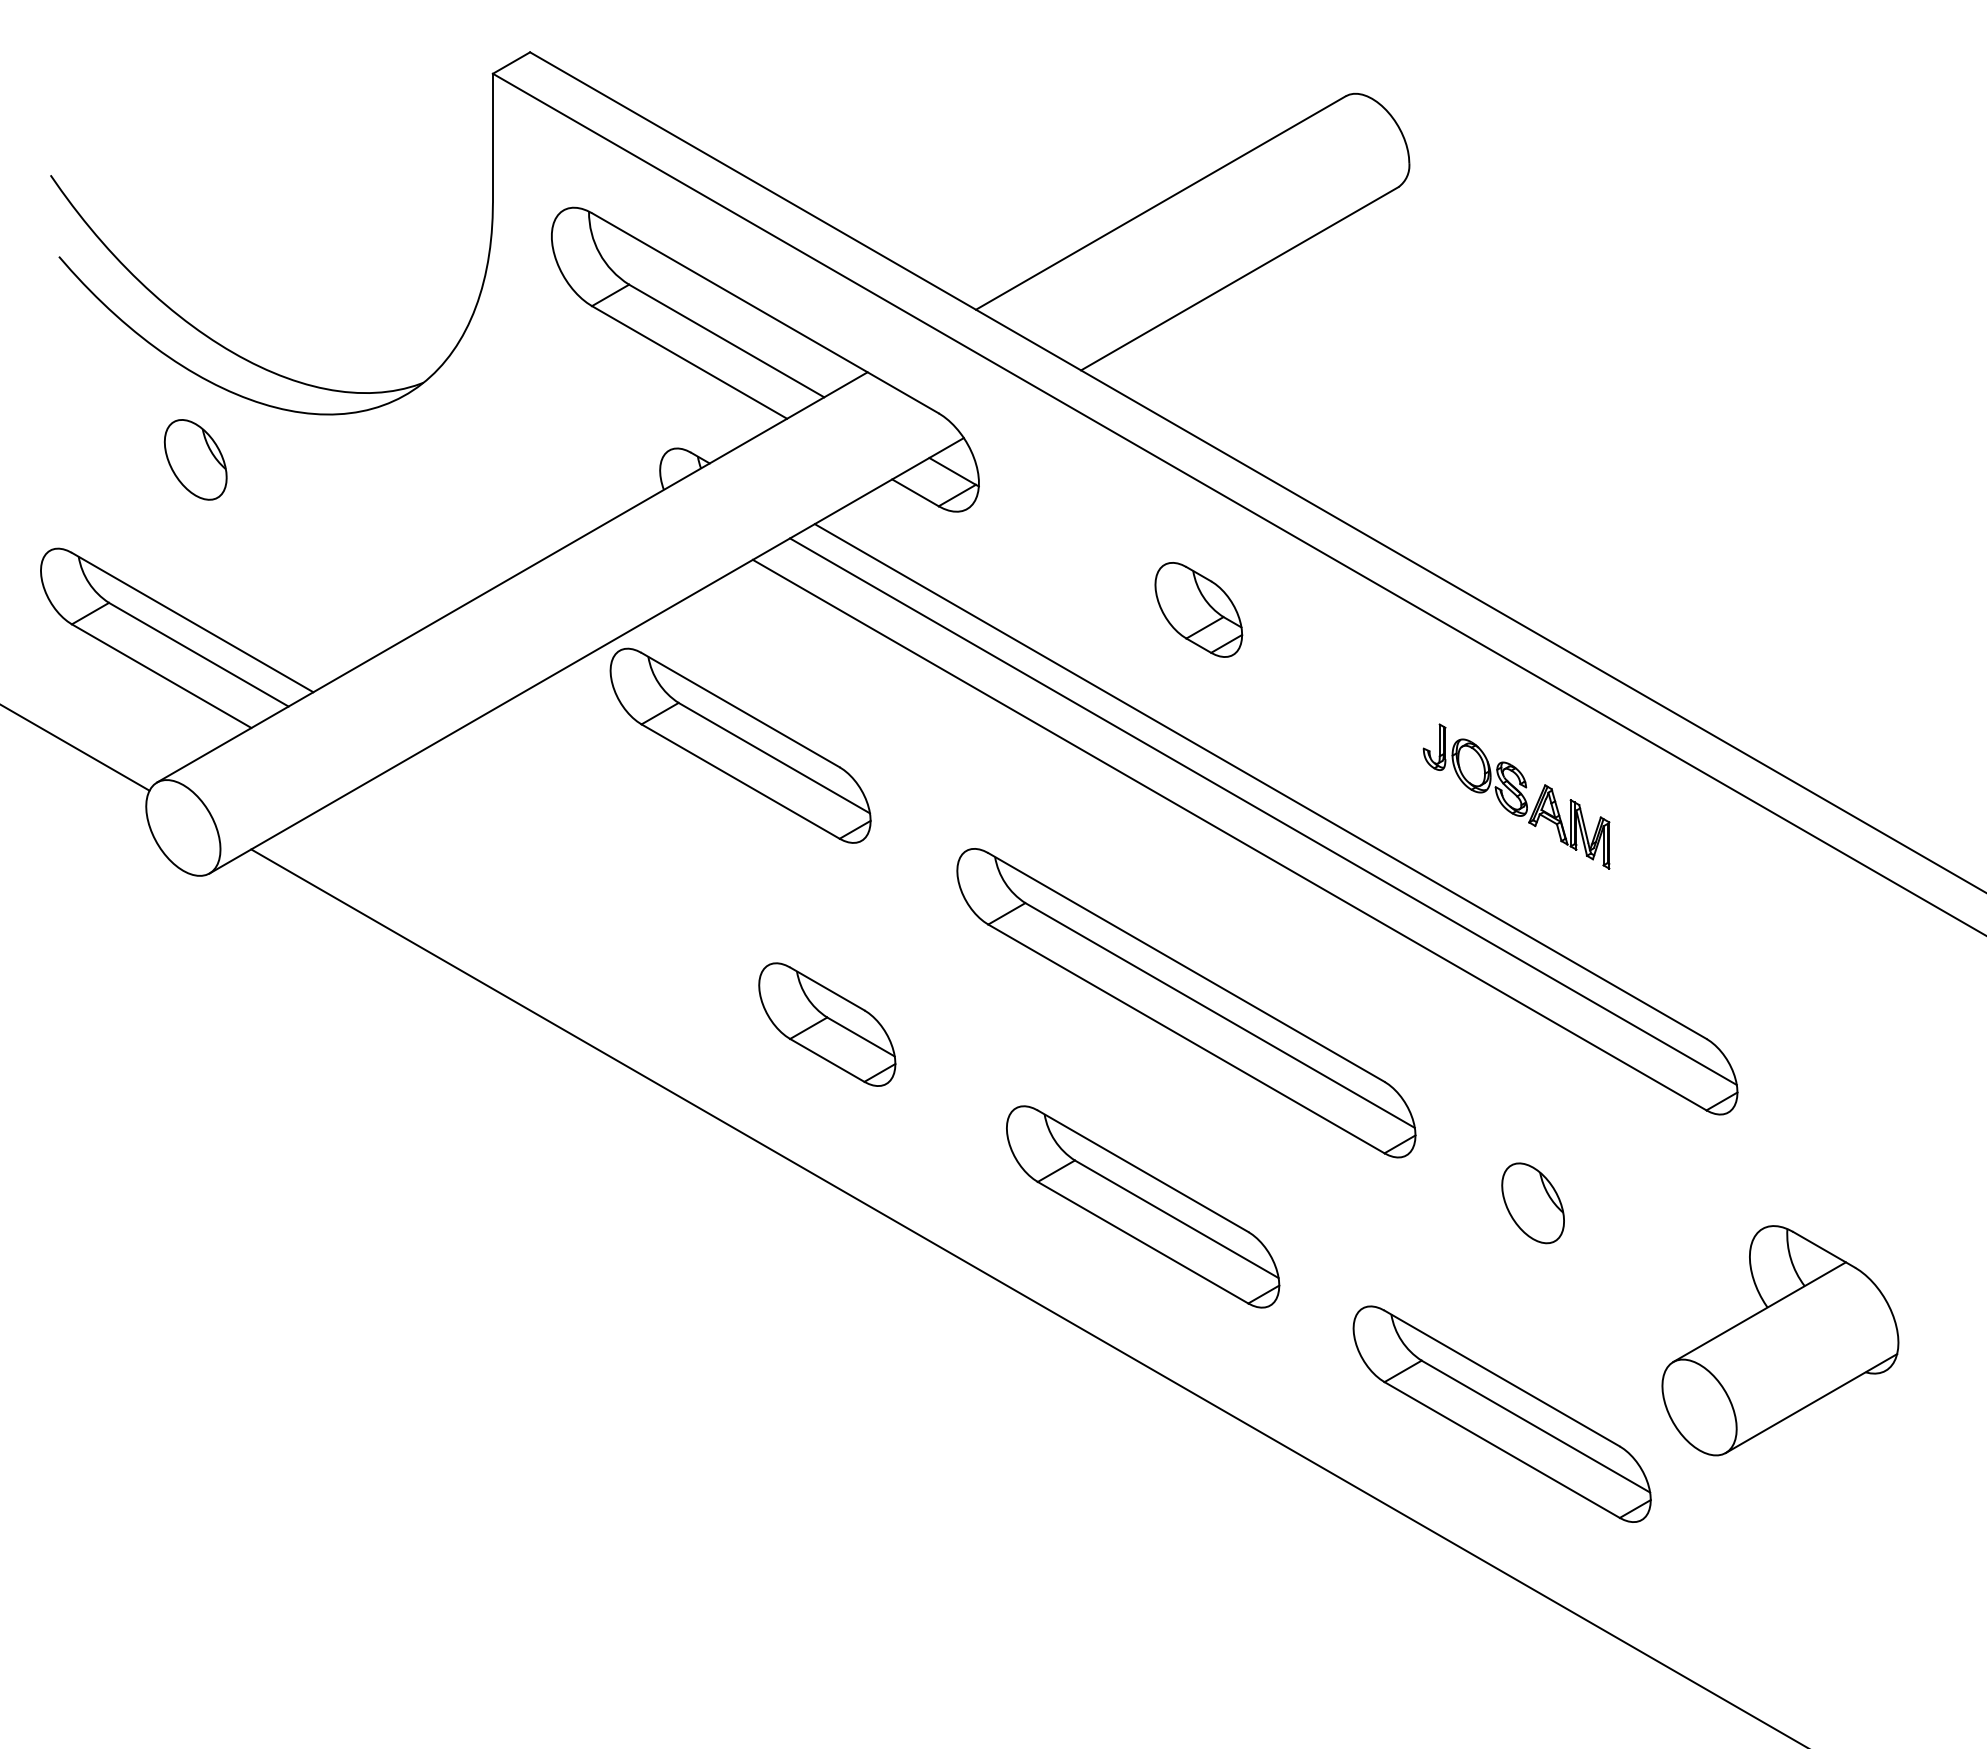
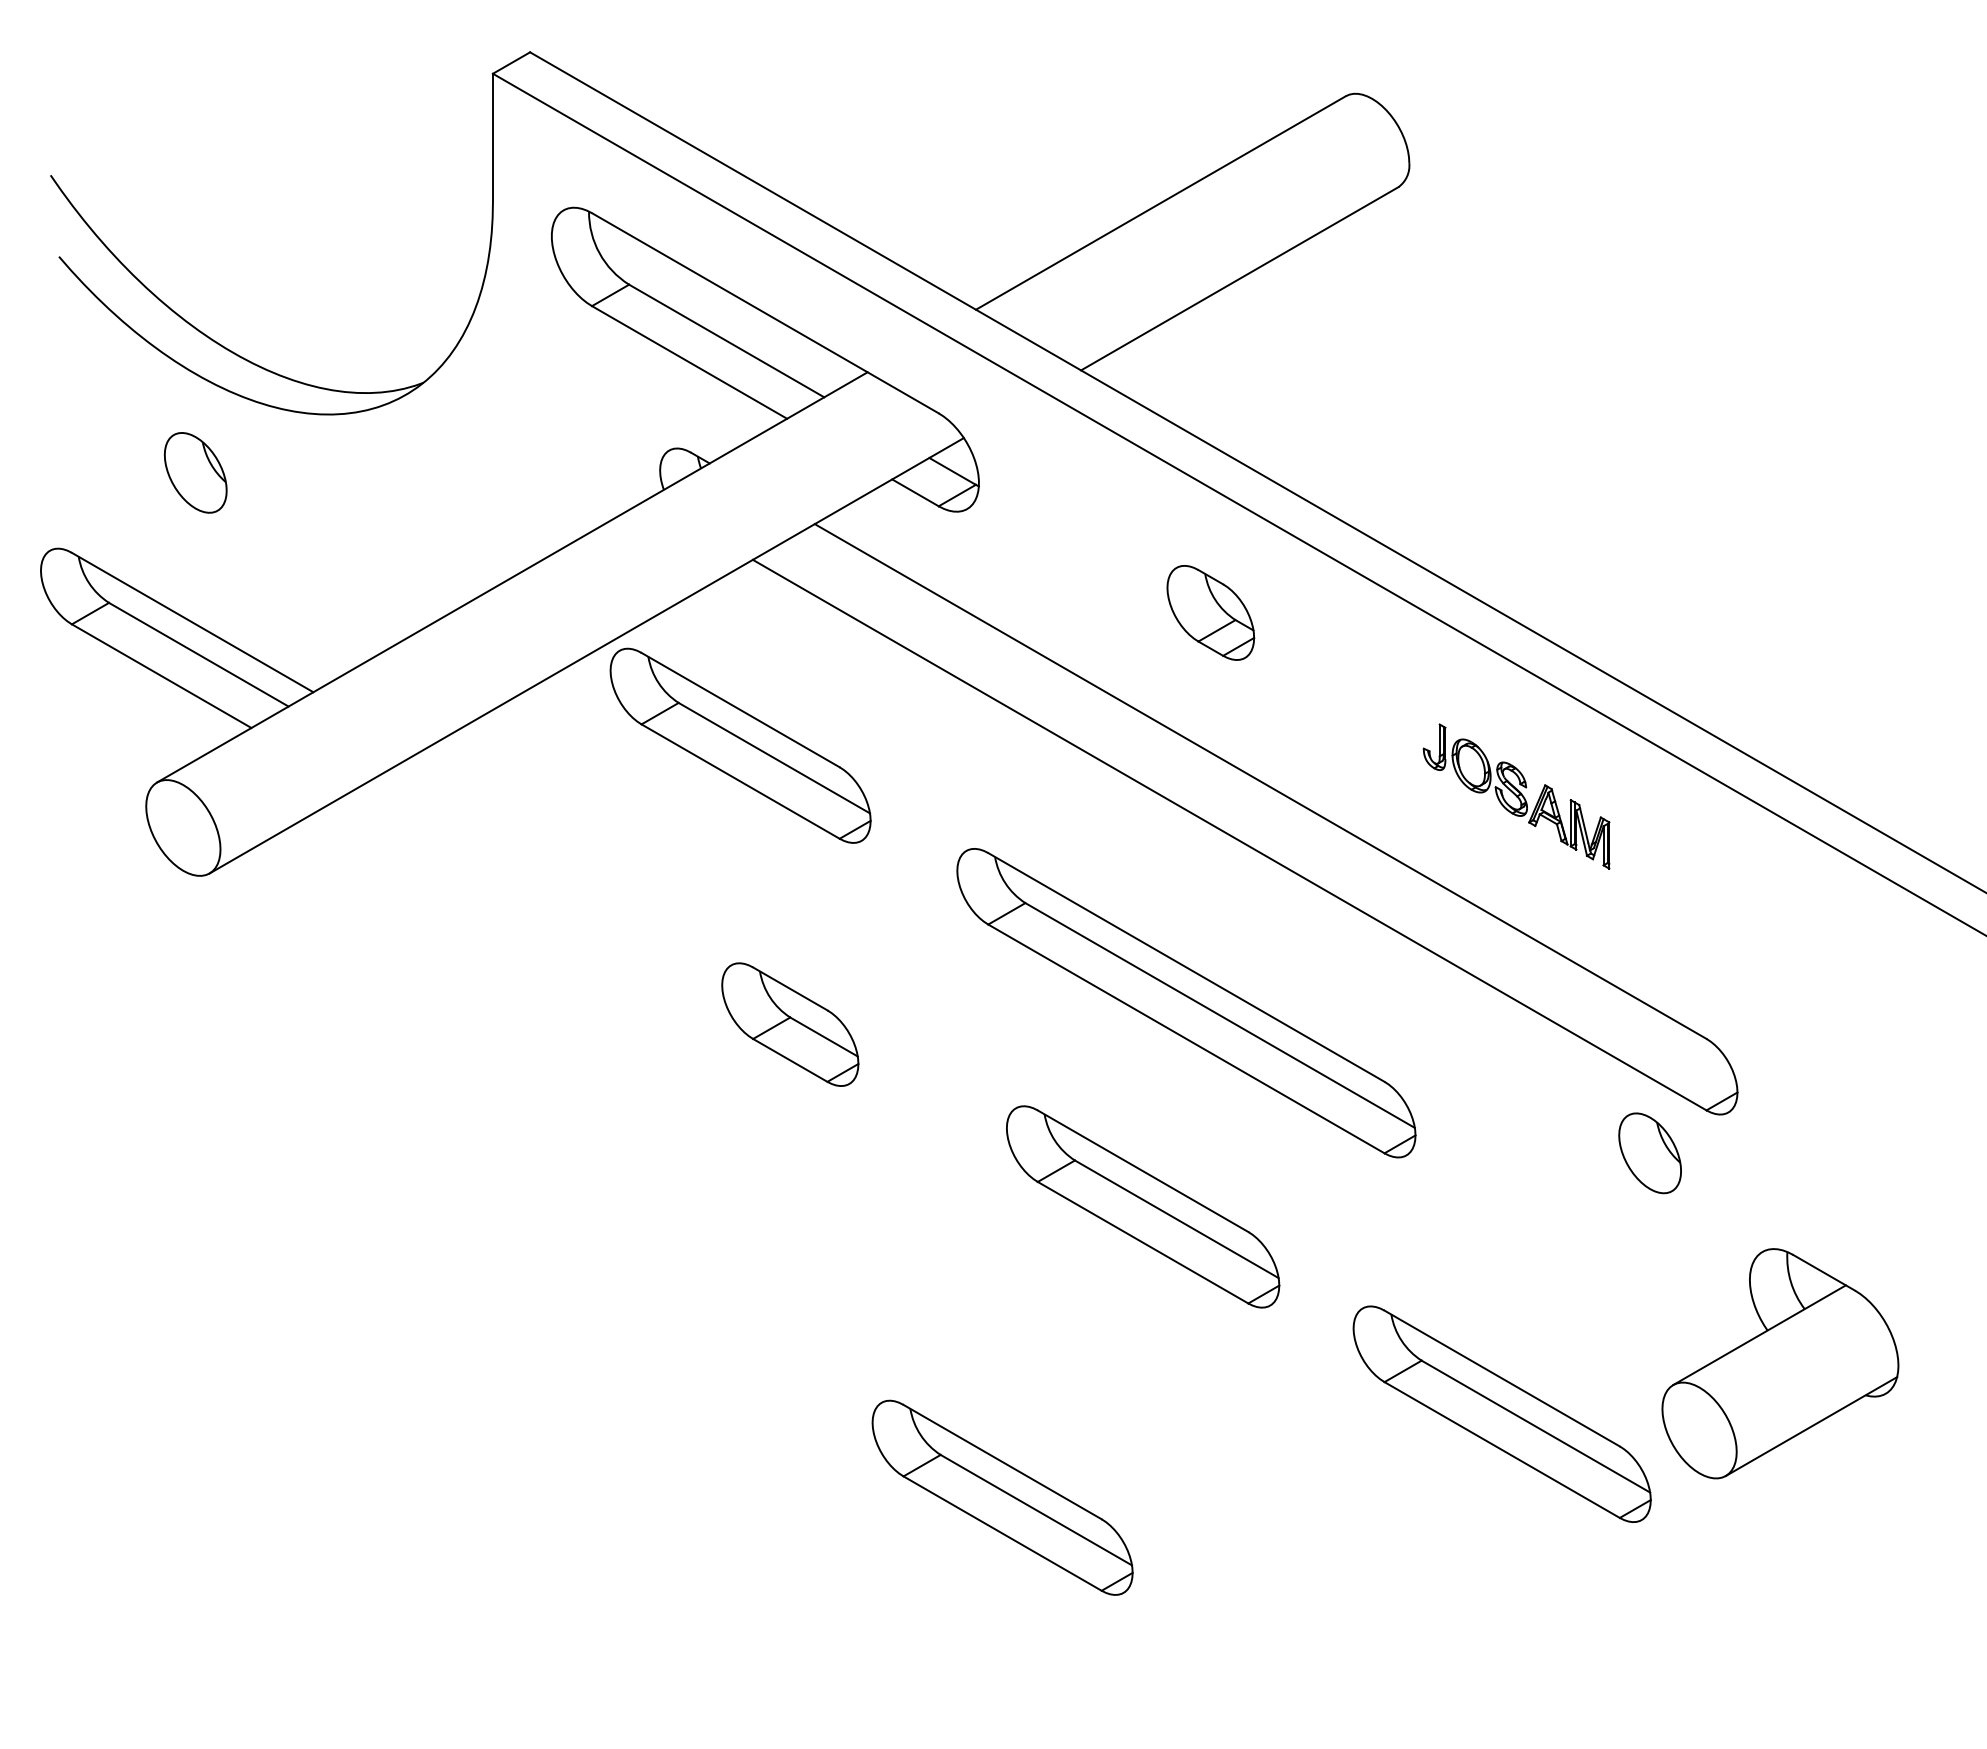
part at (195, 459) position: (195, 459) -> (195, 472)
part at (1198, 609) position: (1198, 609) -> (1210, 612)
line at (75, 747): present -> none
line at (1263, 811): present -> none
part at (827, 1024) position: (827, 1024) -> (790, 1024)
part at (1532, 1203) position: (1532, 1203) -> (1649, 1153)
line at (1027, 1297): present -> none
part at (1780, 1340) position: (1780, 1340) -> (1780, 1363)
part at (1002, 1497): none -> present
